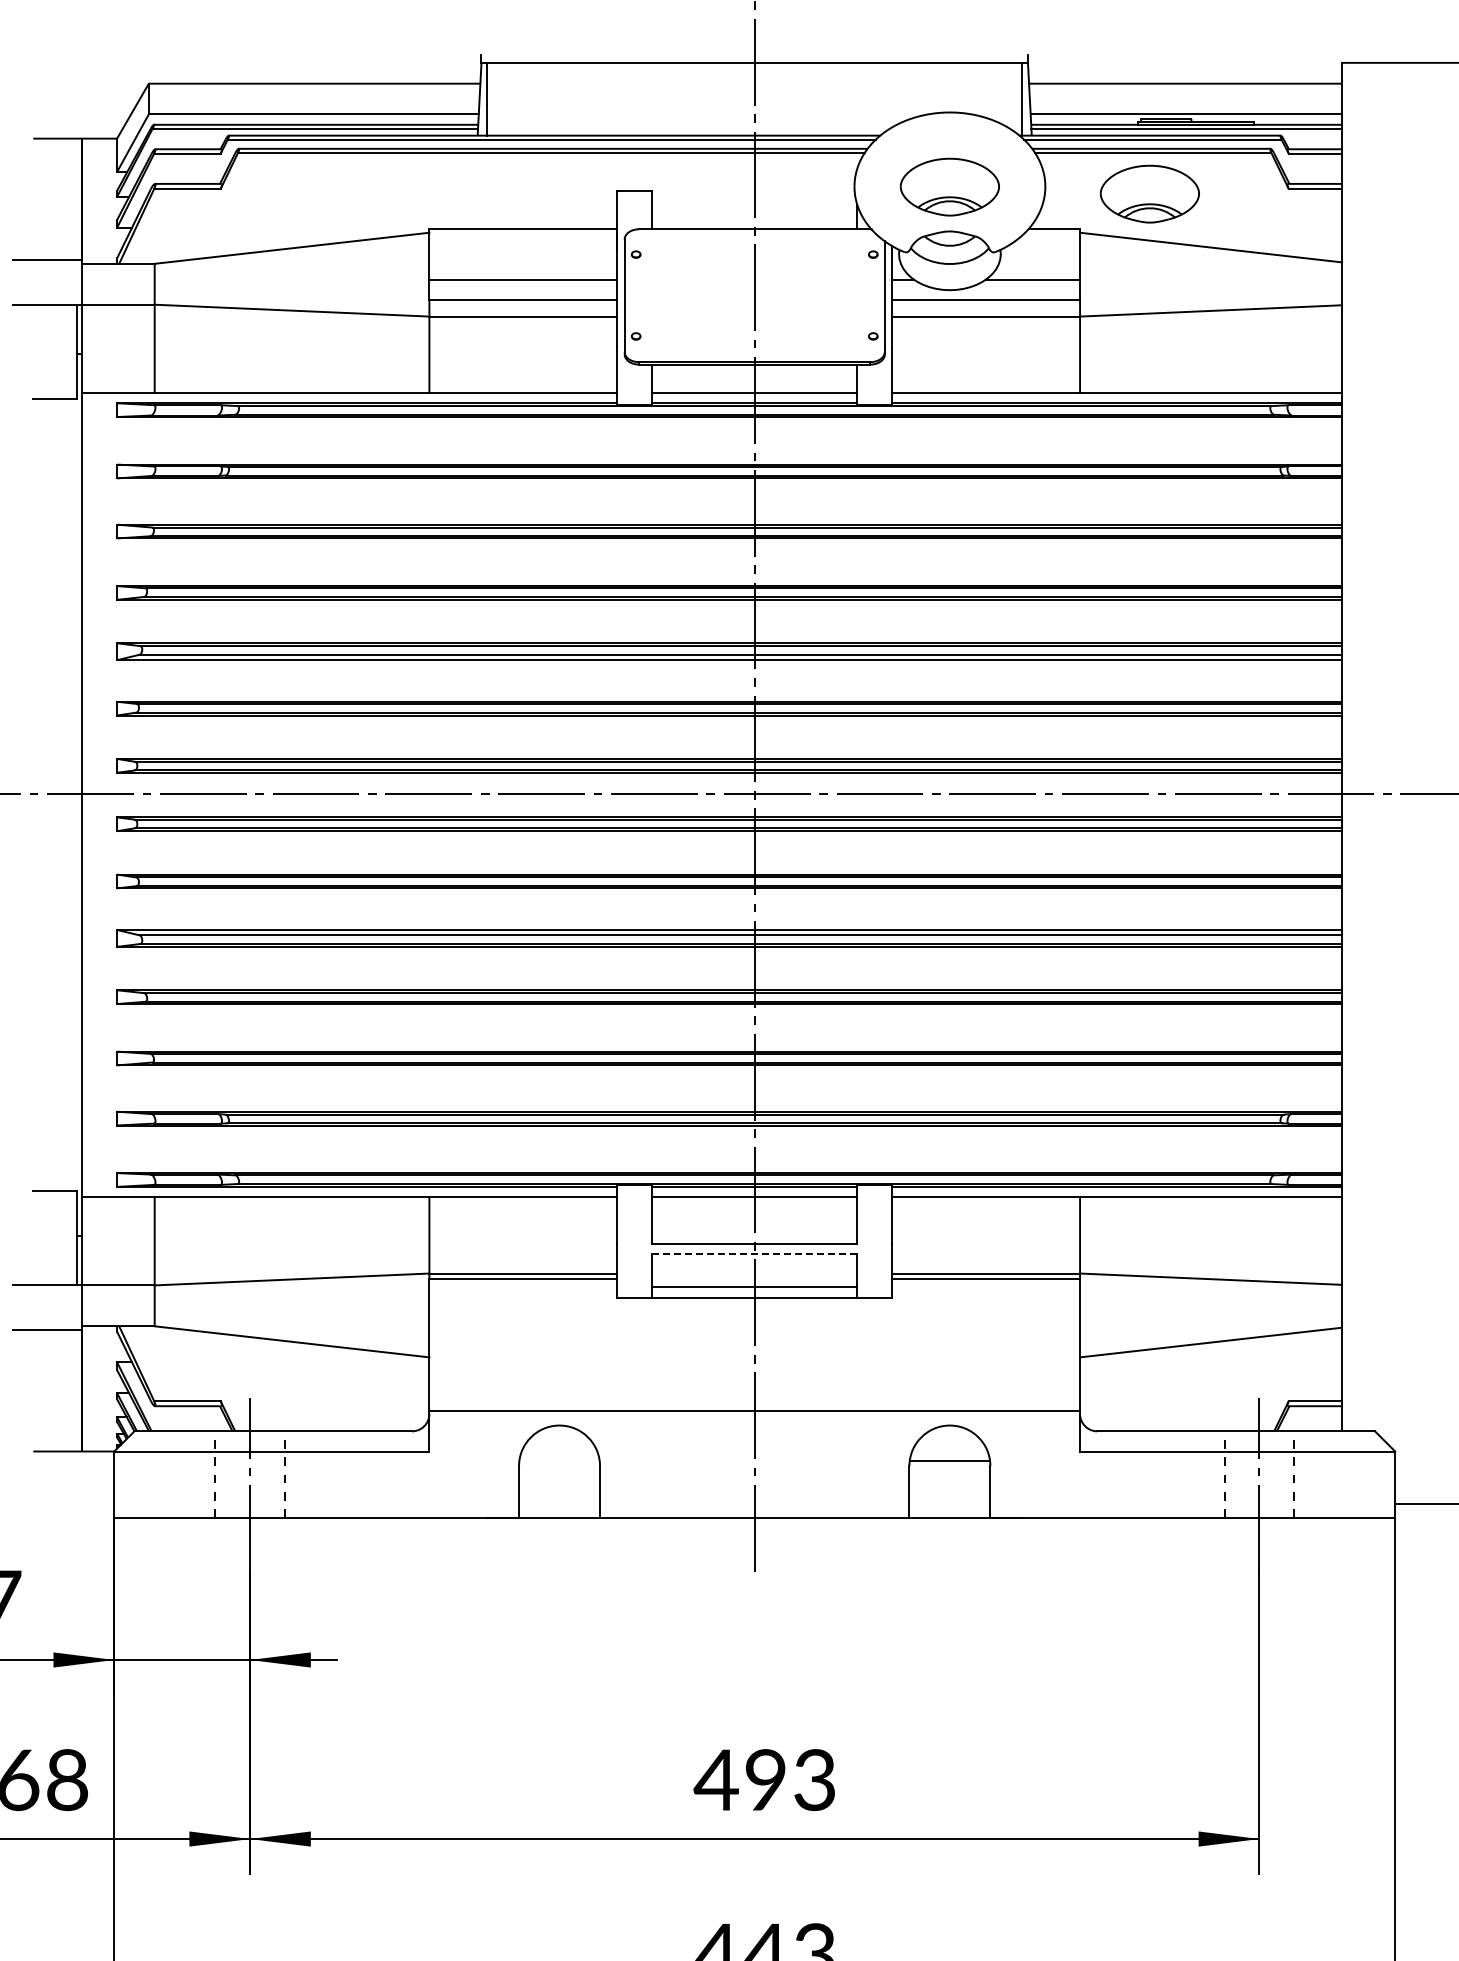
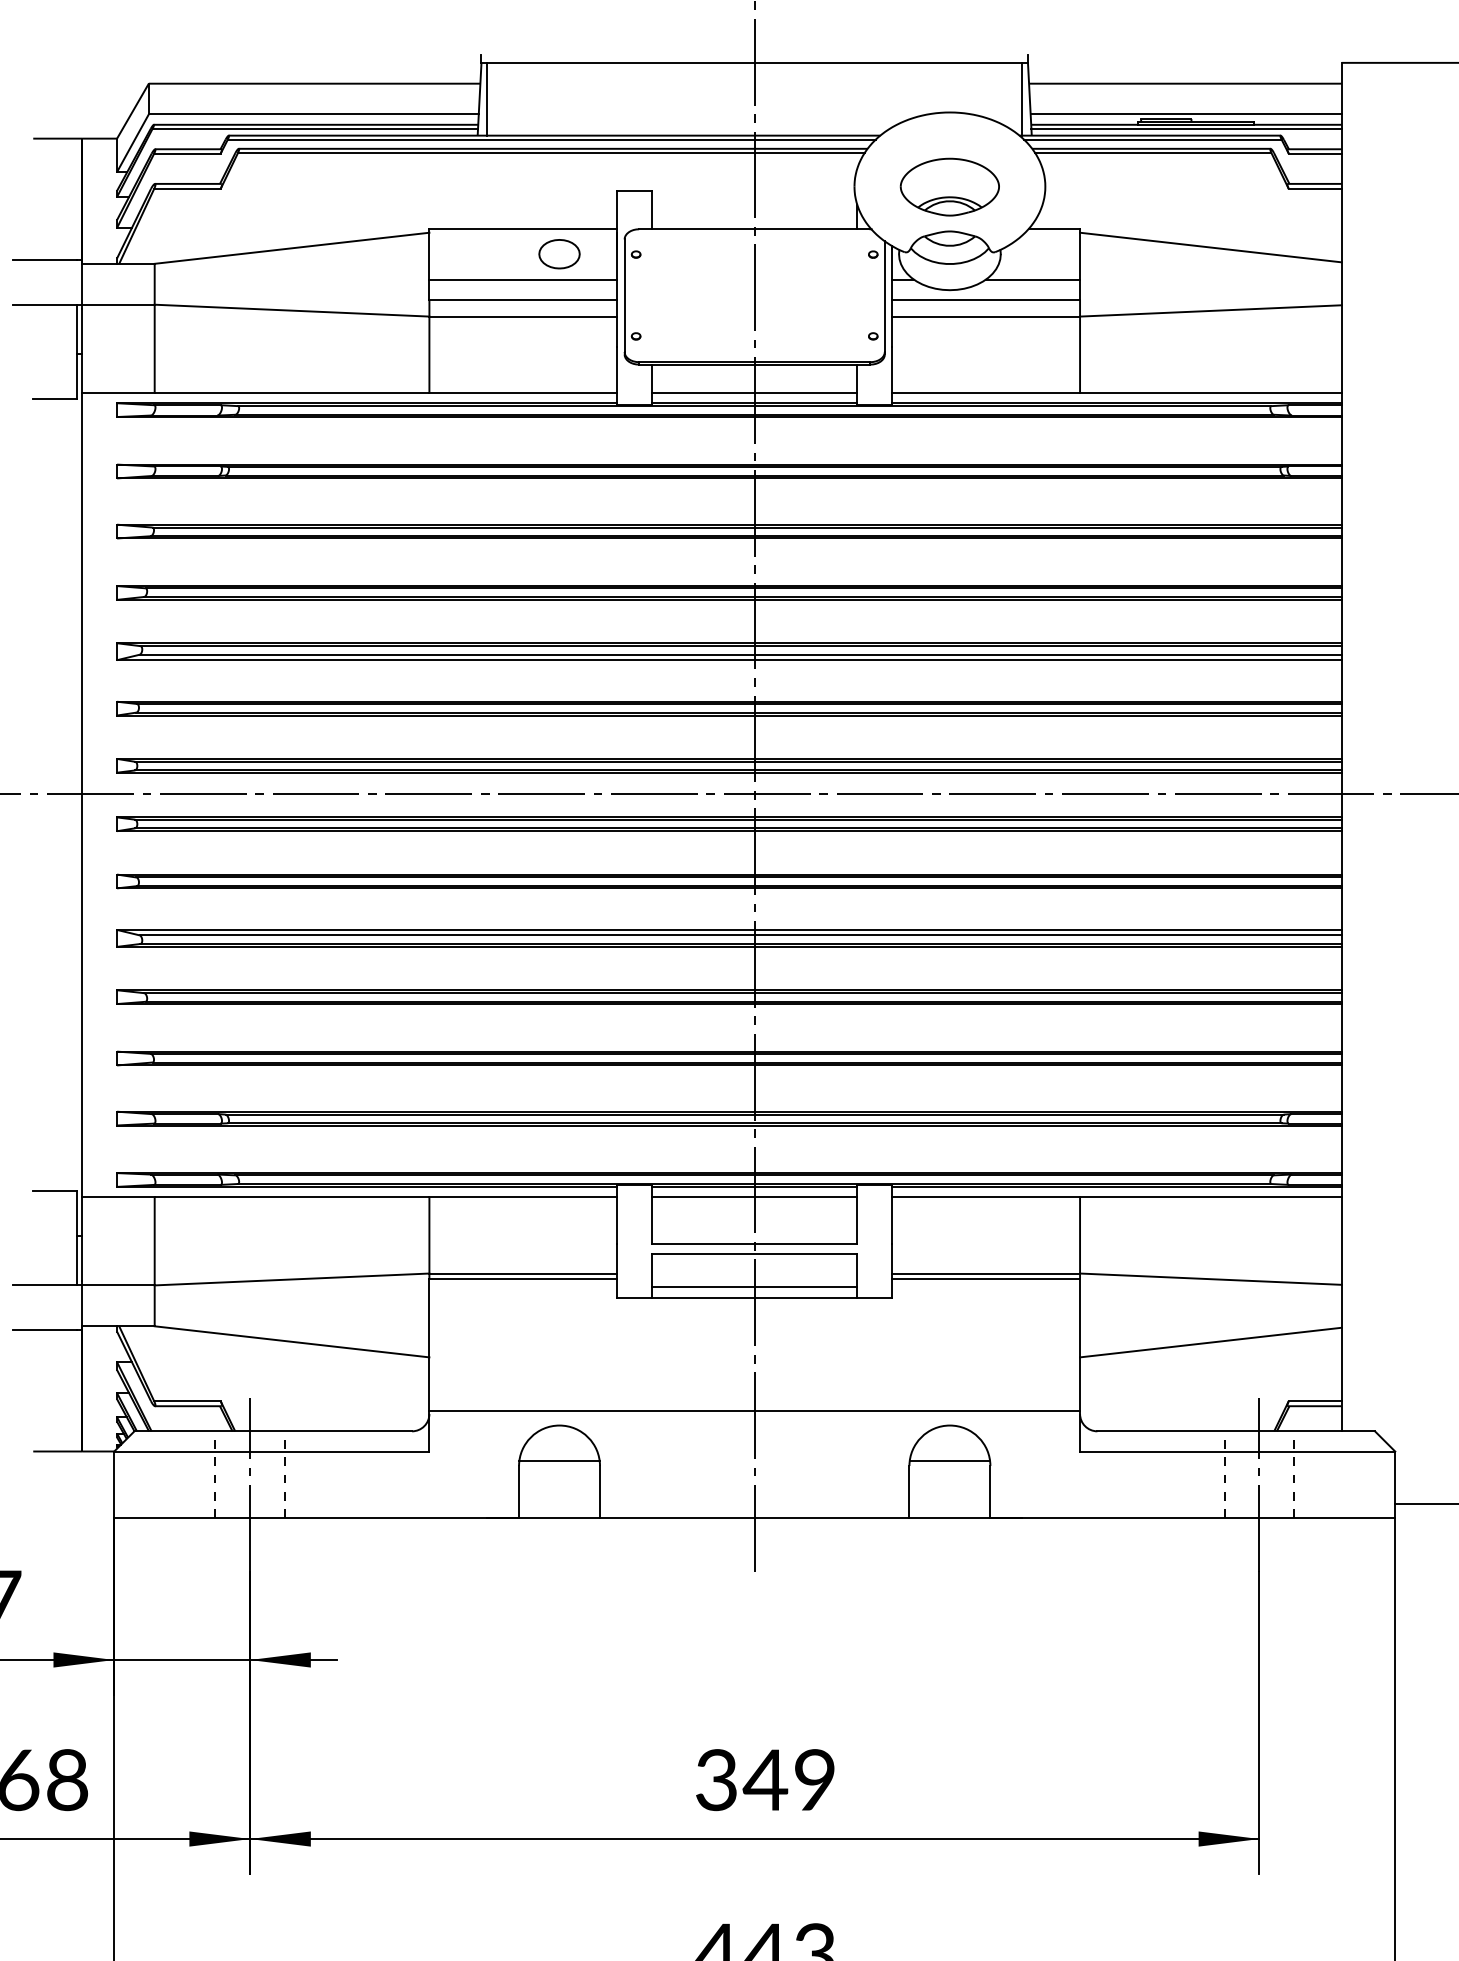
part at (1149, 193): present -> none
part at (559, 254): none -> present
line at (754, 1253): dashed -> solid
line at (559, 1461): none -> present
text at (763, 1780): 493 -> 349
